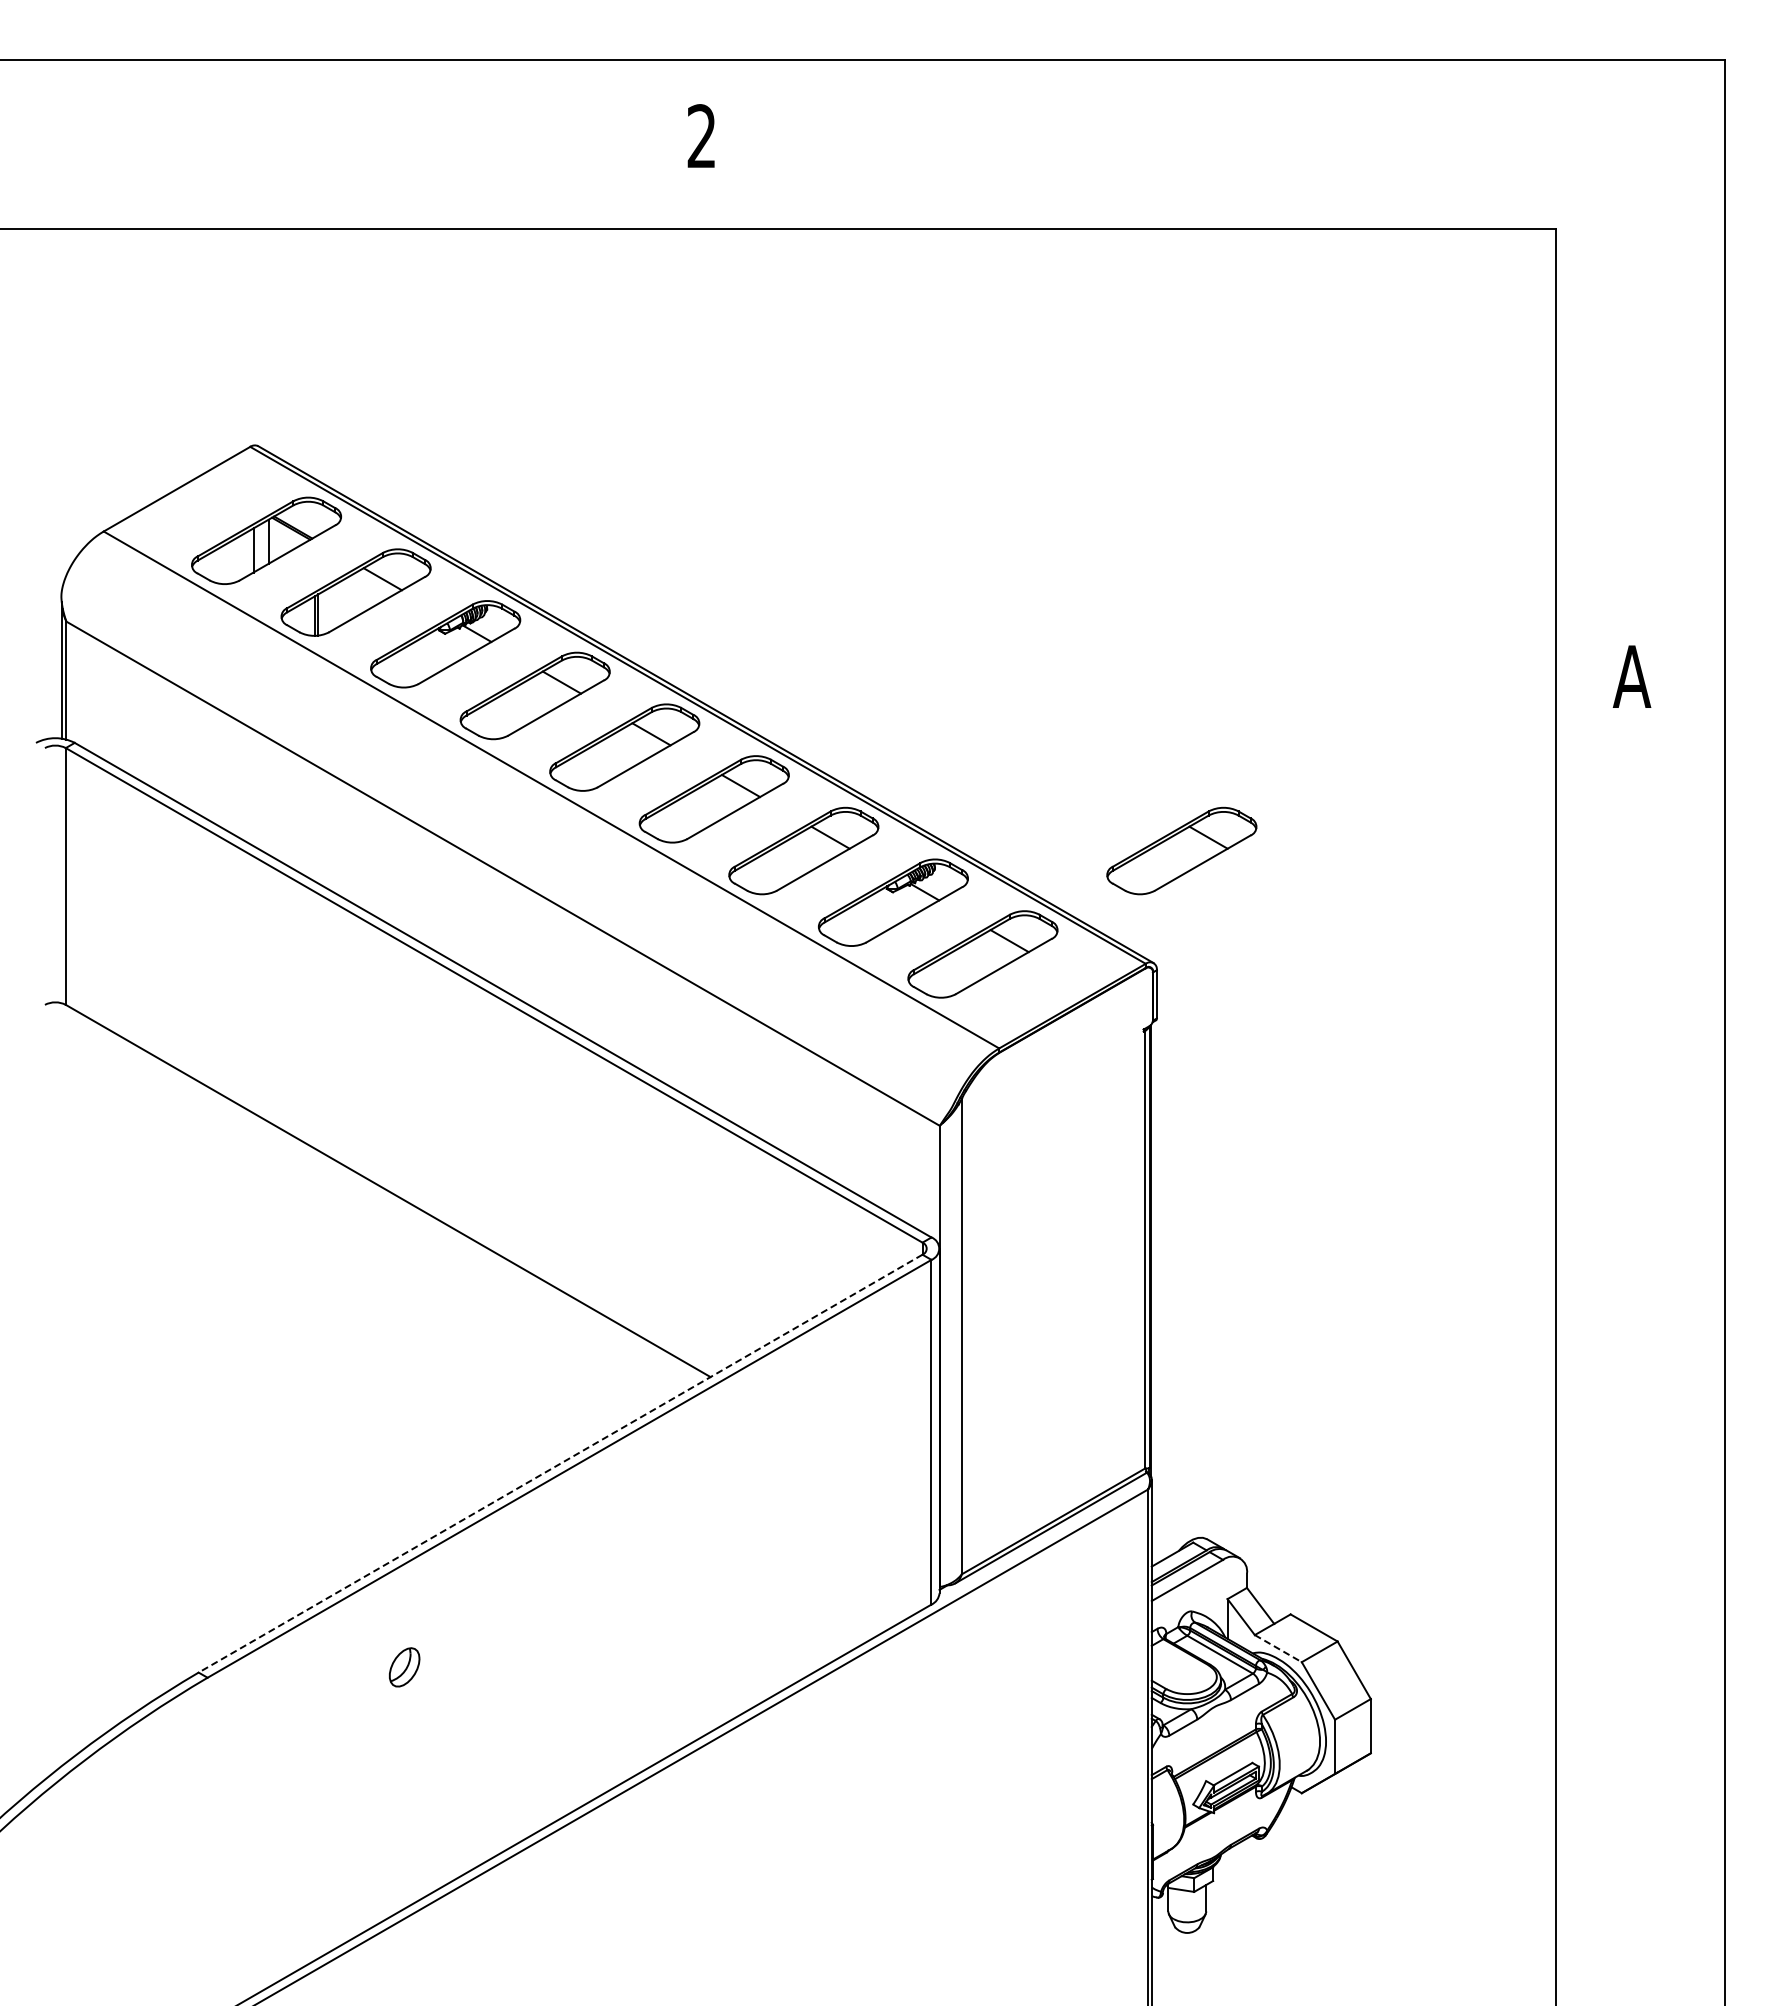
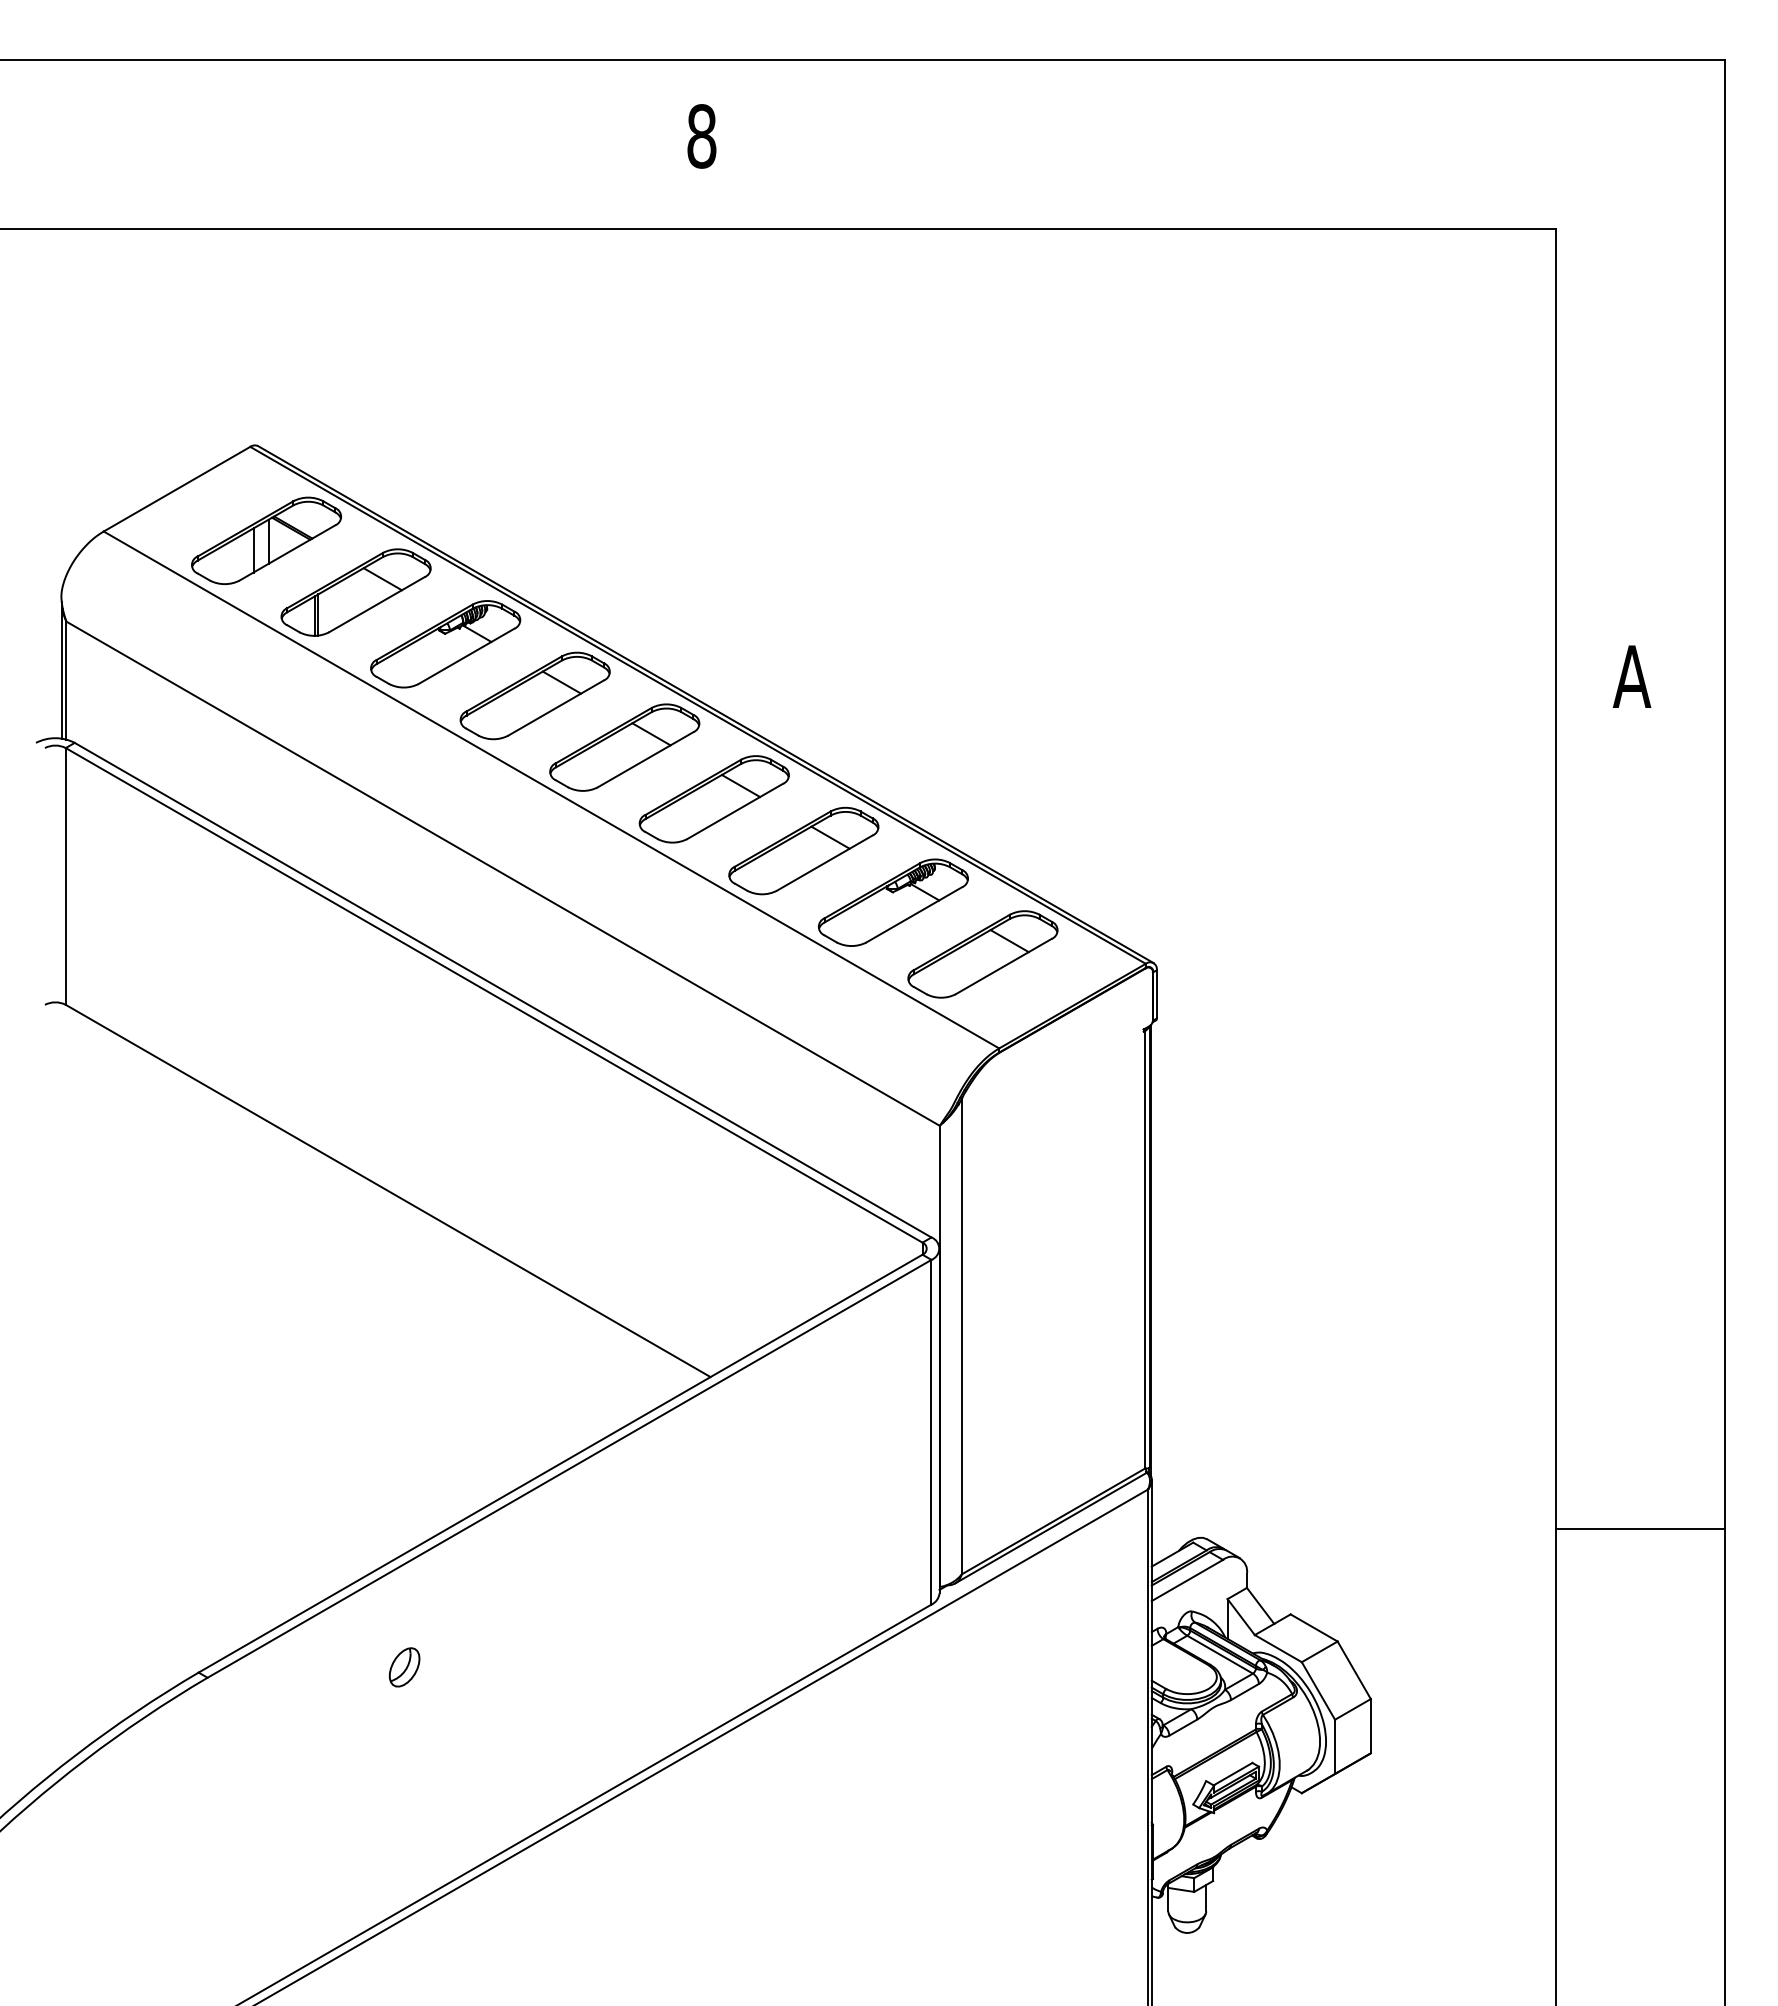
text at (701, 136): 2 -> 8
part at (1181, 850): present -> none
line at (560, 1463): dashed -> solid
line at (1639, 1529): none -> present
line at (1278, 1648): dashed -> solid
